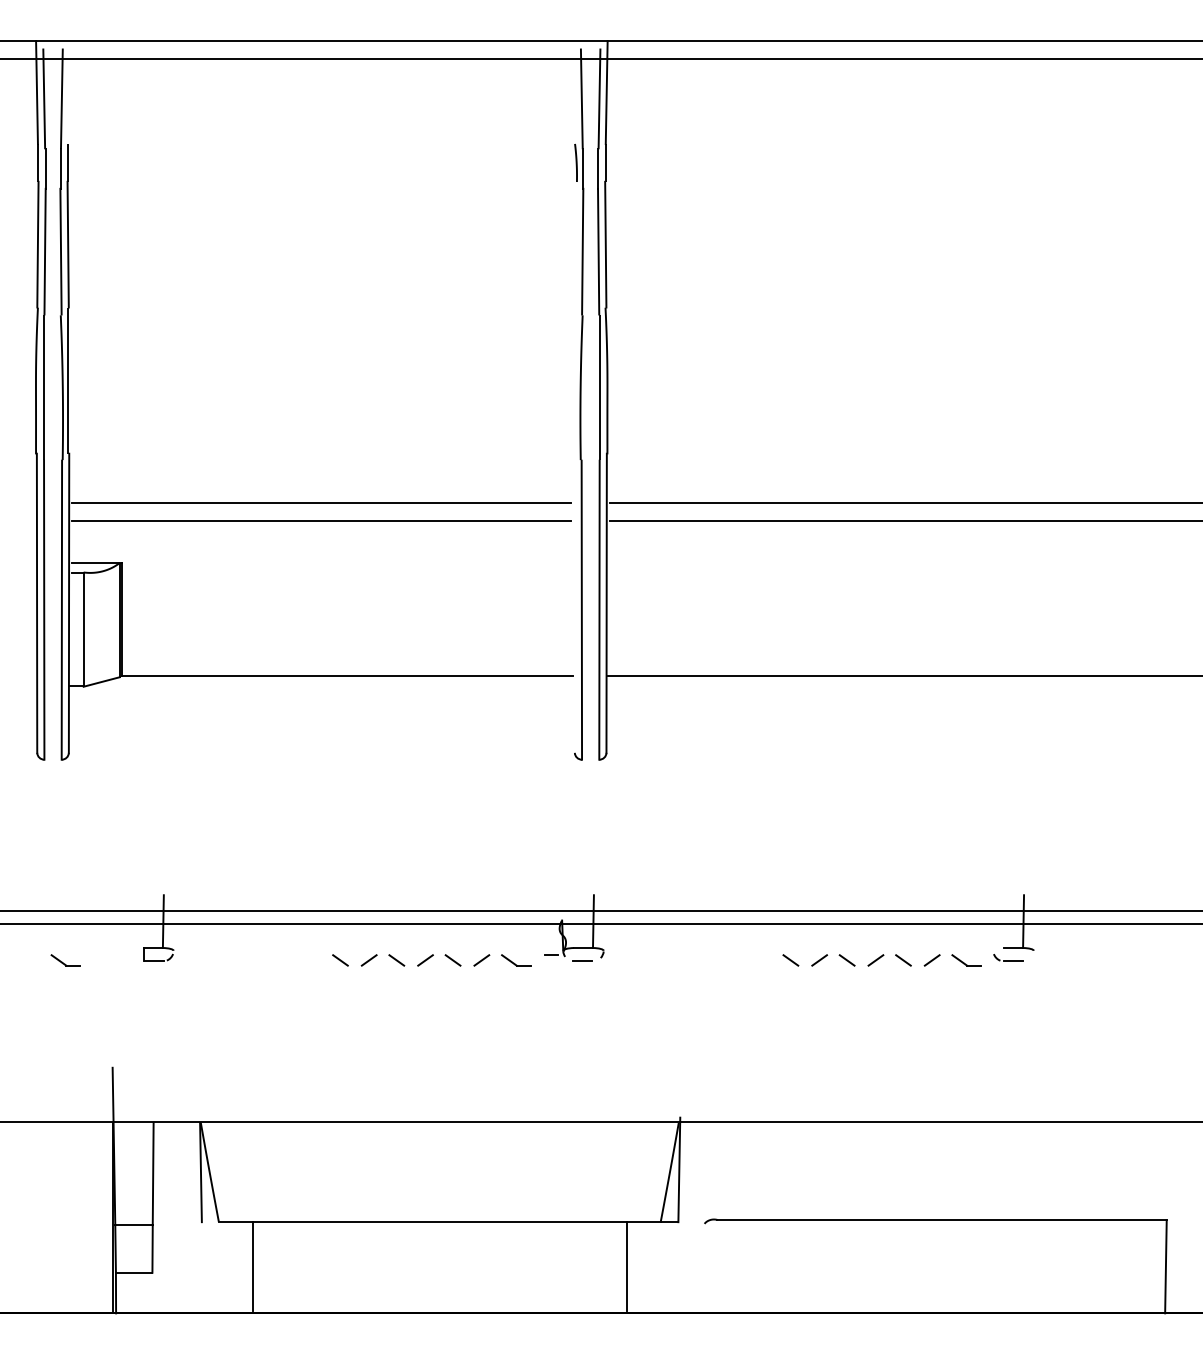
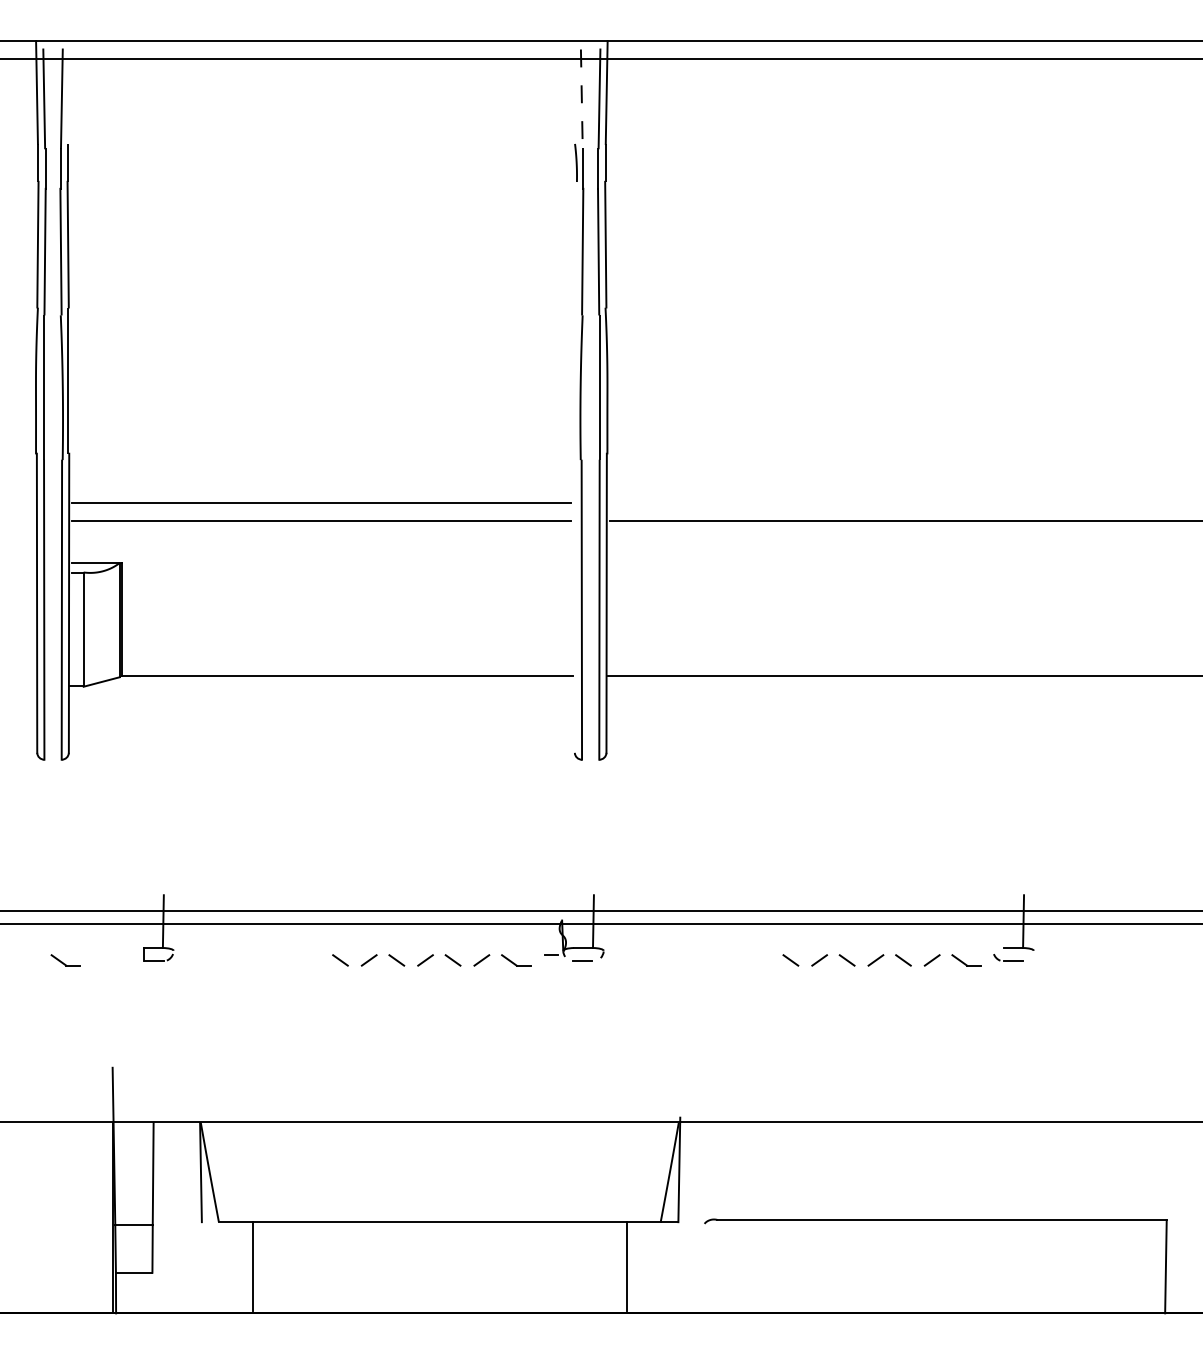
line at (581, 99): solid -> dashed
line at (904, 502): present -> none
